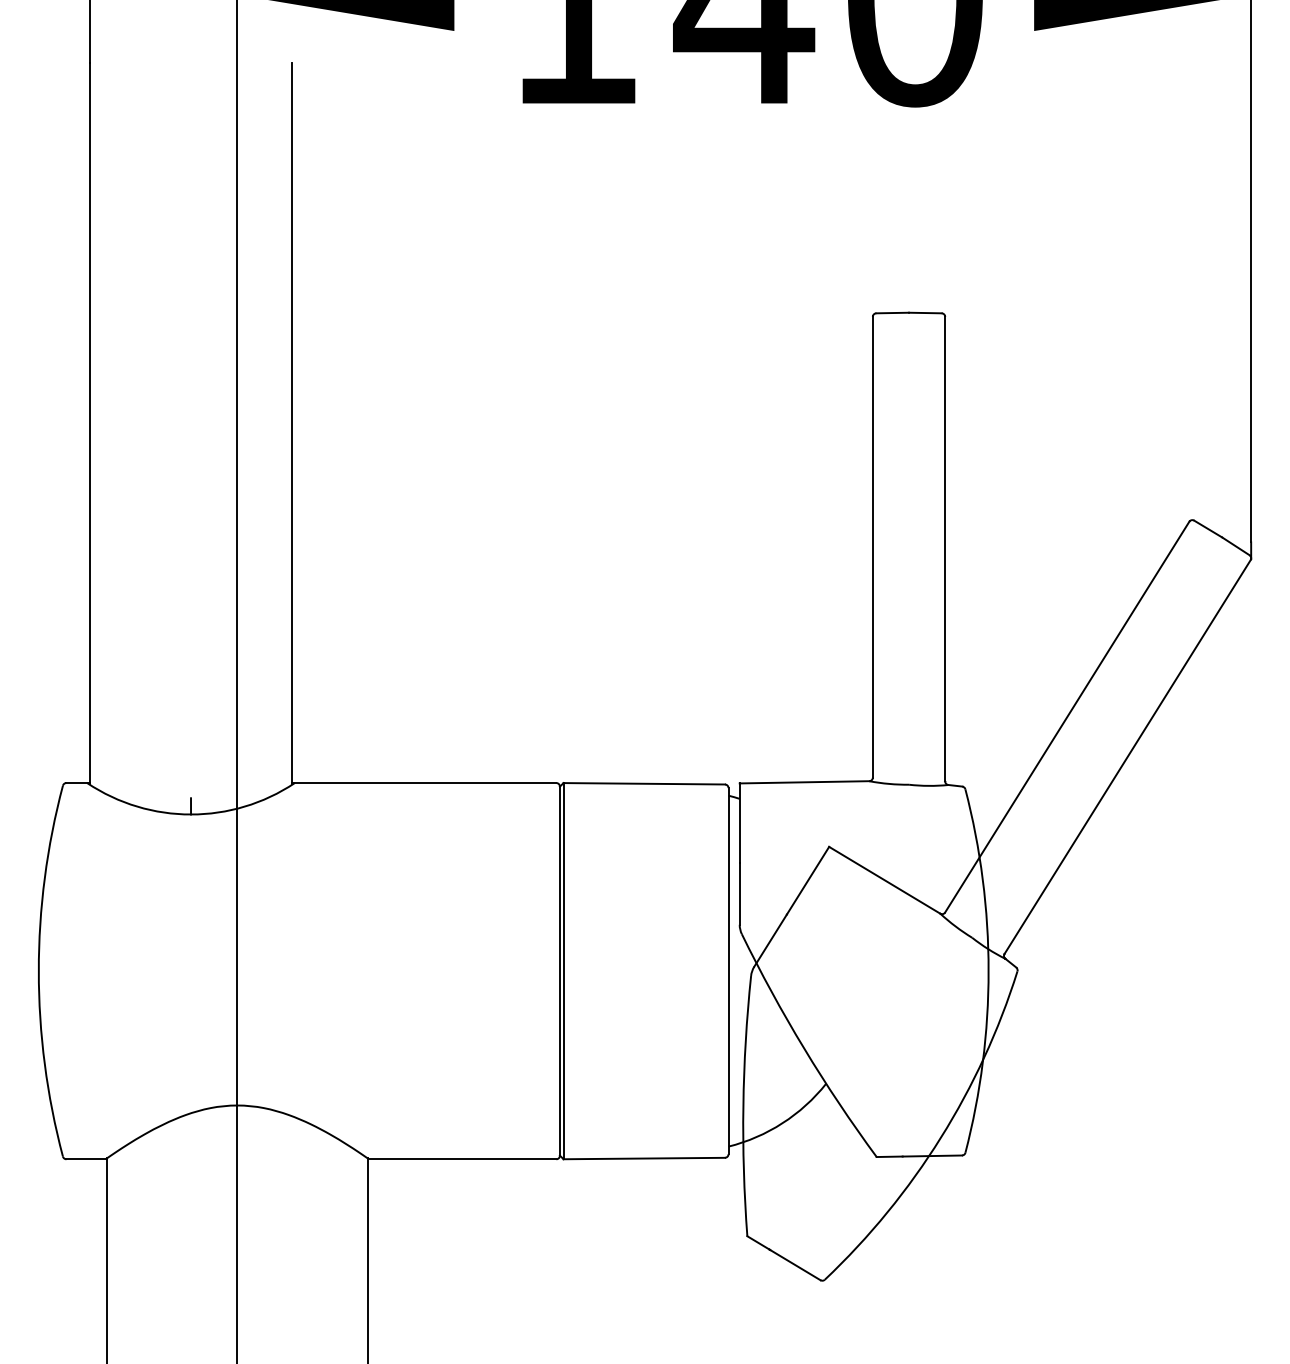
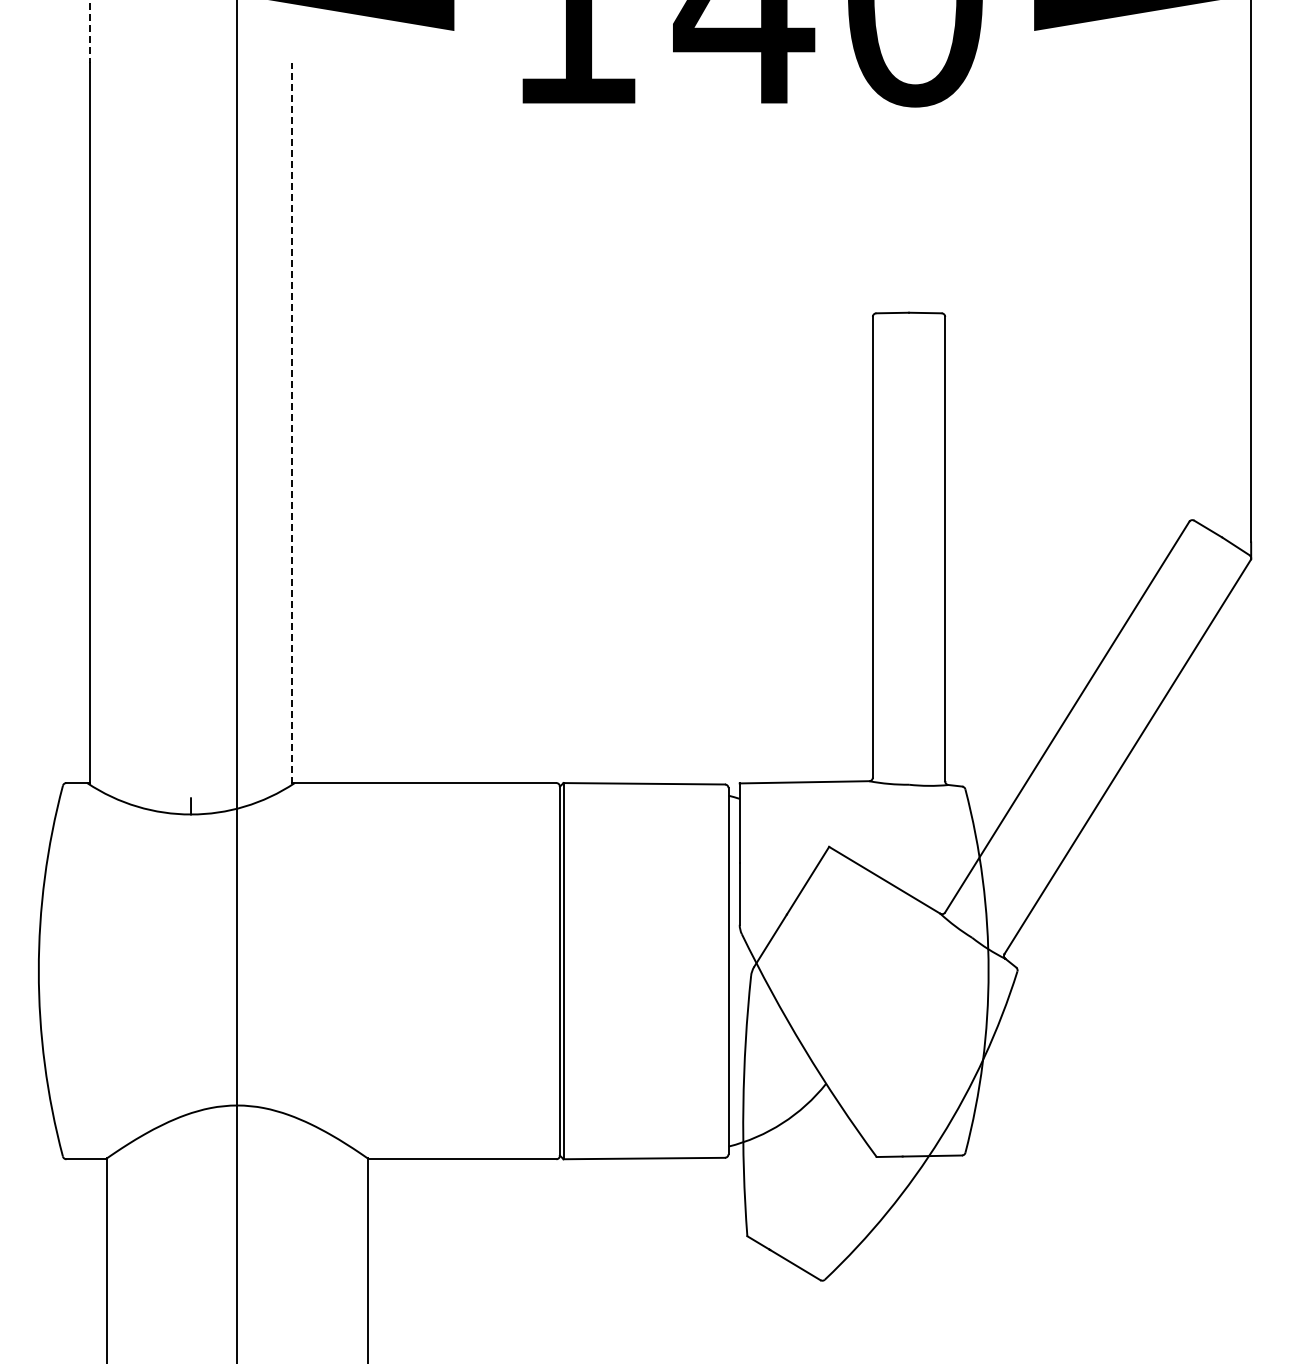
line at (89, 31): solid -> dashed
line at (292, 423): solid -> dashed
